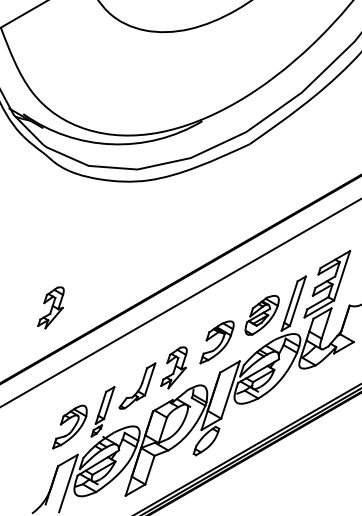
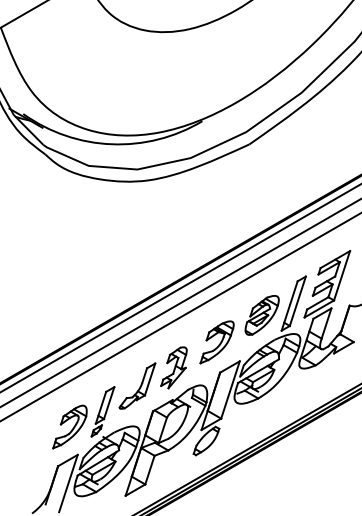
line at (180, 288): none -> present
part at (50, 307): present -> none
line at (180, 317): none -> present
